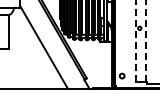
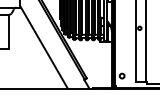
line at (136, 40): dashed -> solid
line at (145, 40): dashed -> solid
